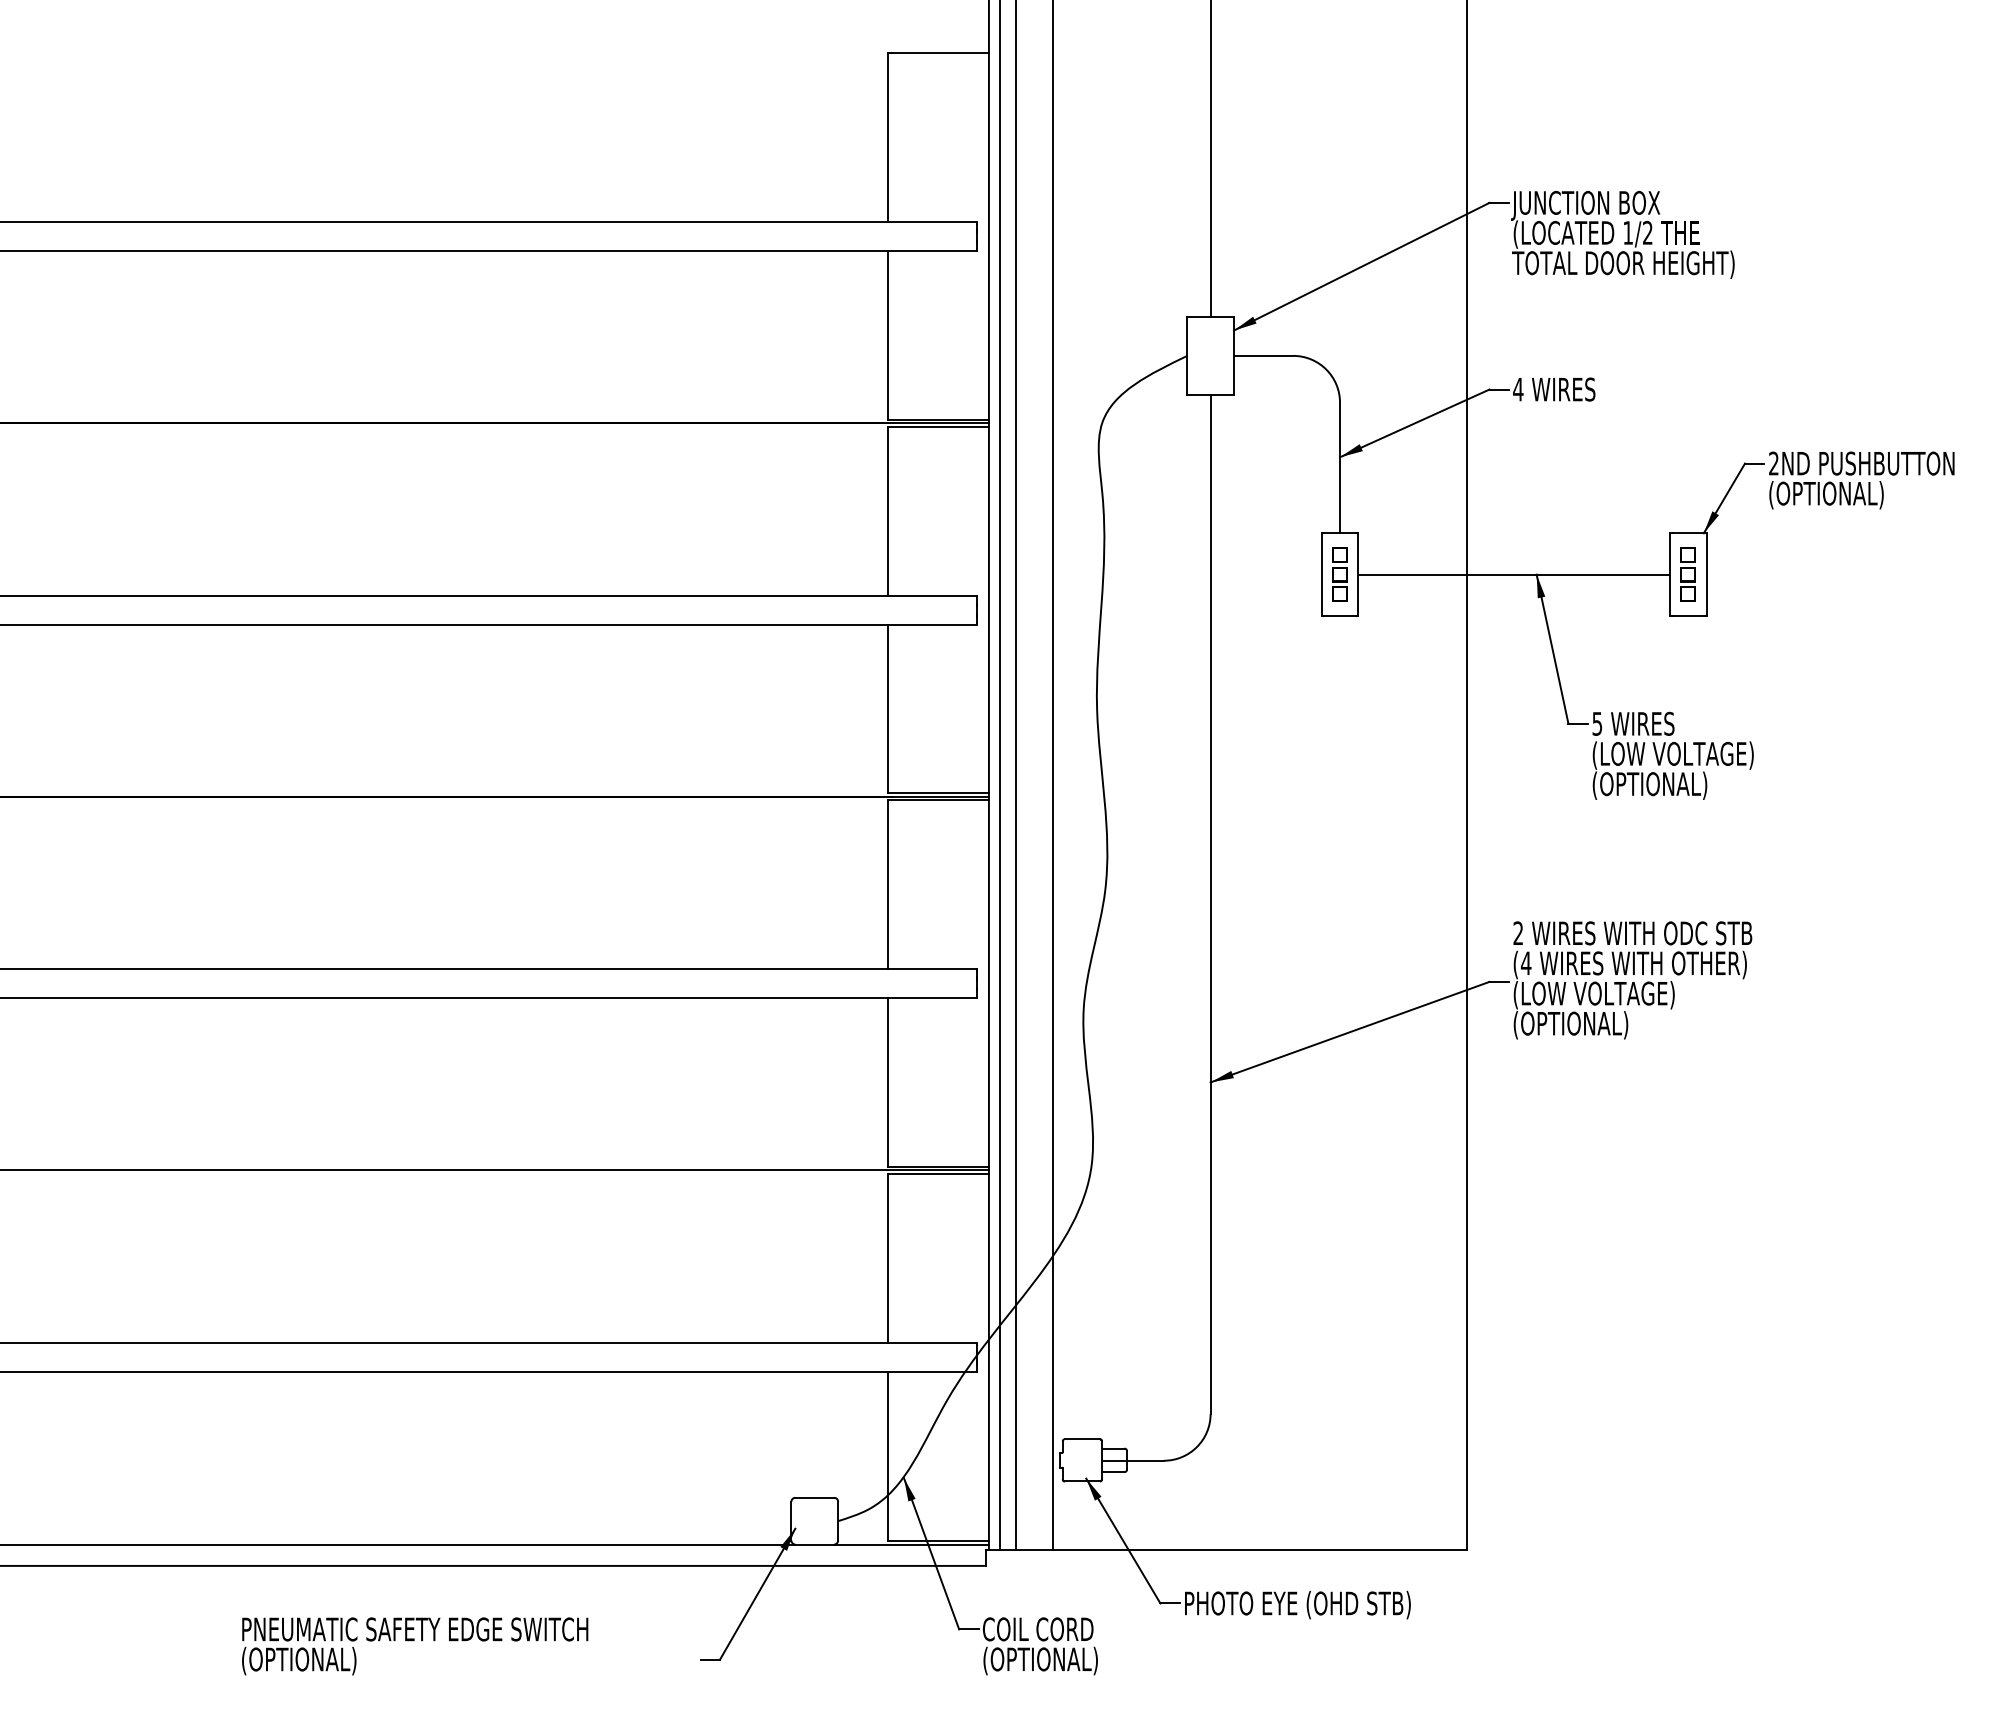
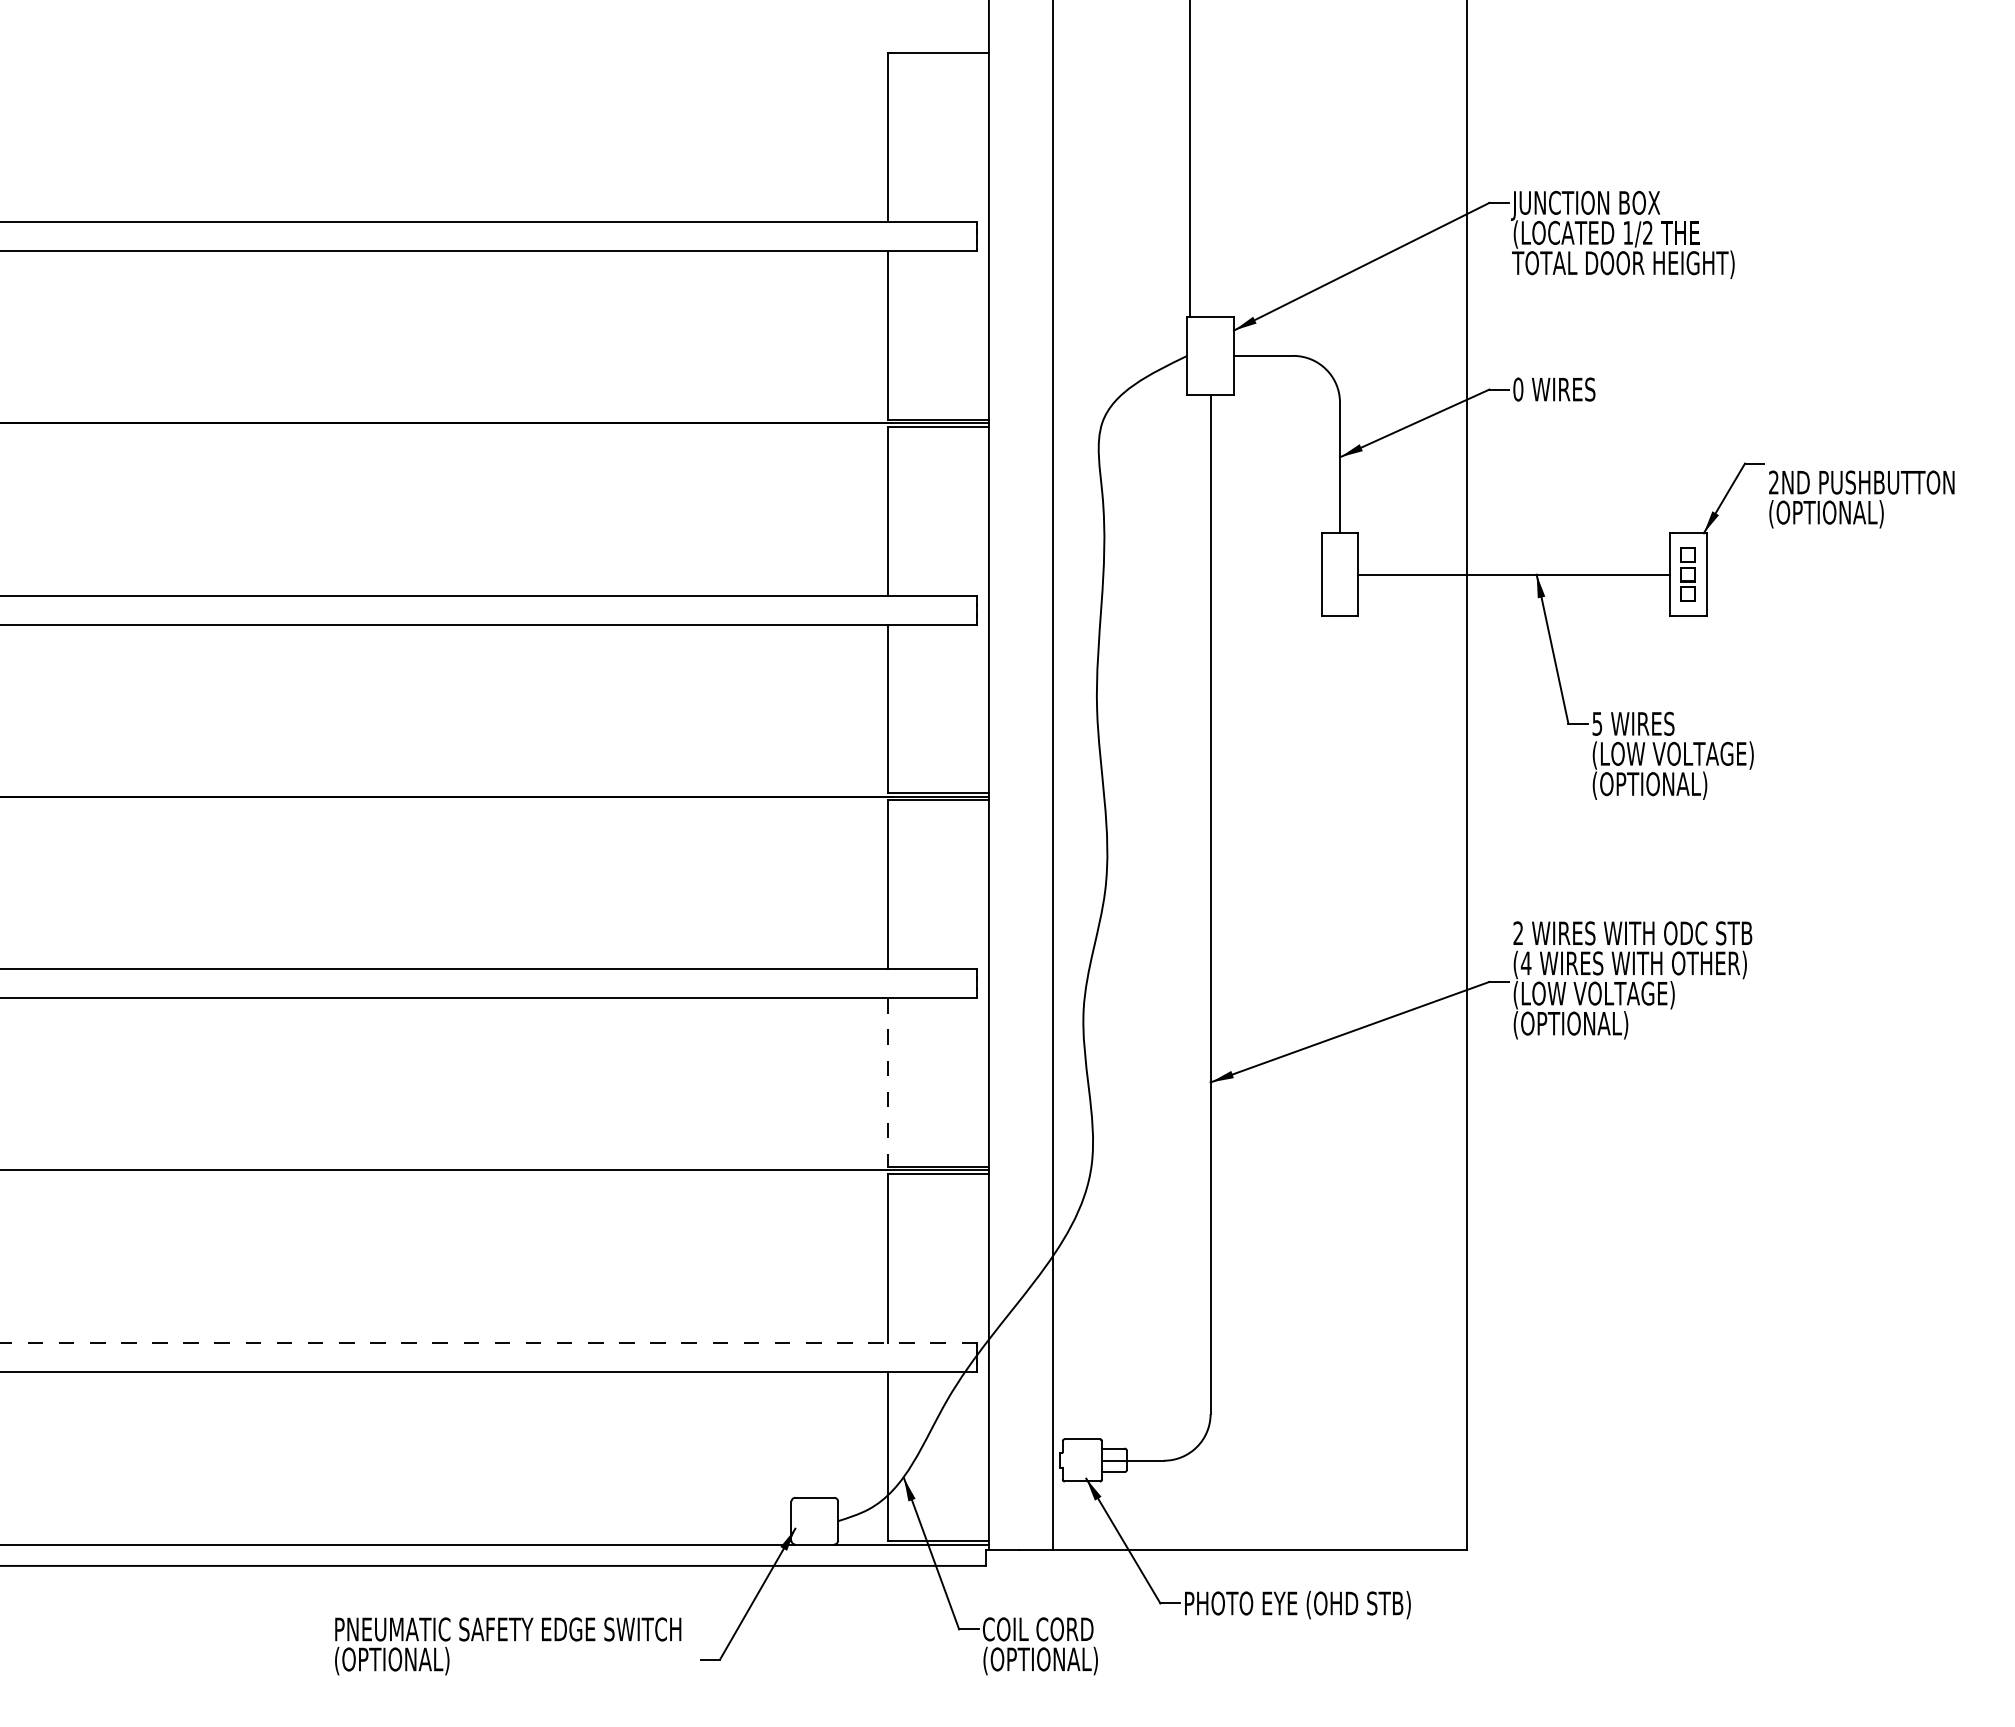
line at (1210, 159) position: (1210, 159) -> (1189, 159)
text at (1518, 389): 4 -> 0
text at (1861, 480) position: (1861, 480) -> (1861, 499)
part at (1339, 574): present -> none
line at (999, 775): present -> none
line at (1016, 775): present -> none
line at (887, 1083): solid -> dashed
line at (489, 1342): solid -> dashed
text at (415, 1646) position: (415, 1646) -> (508, 1646)
